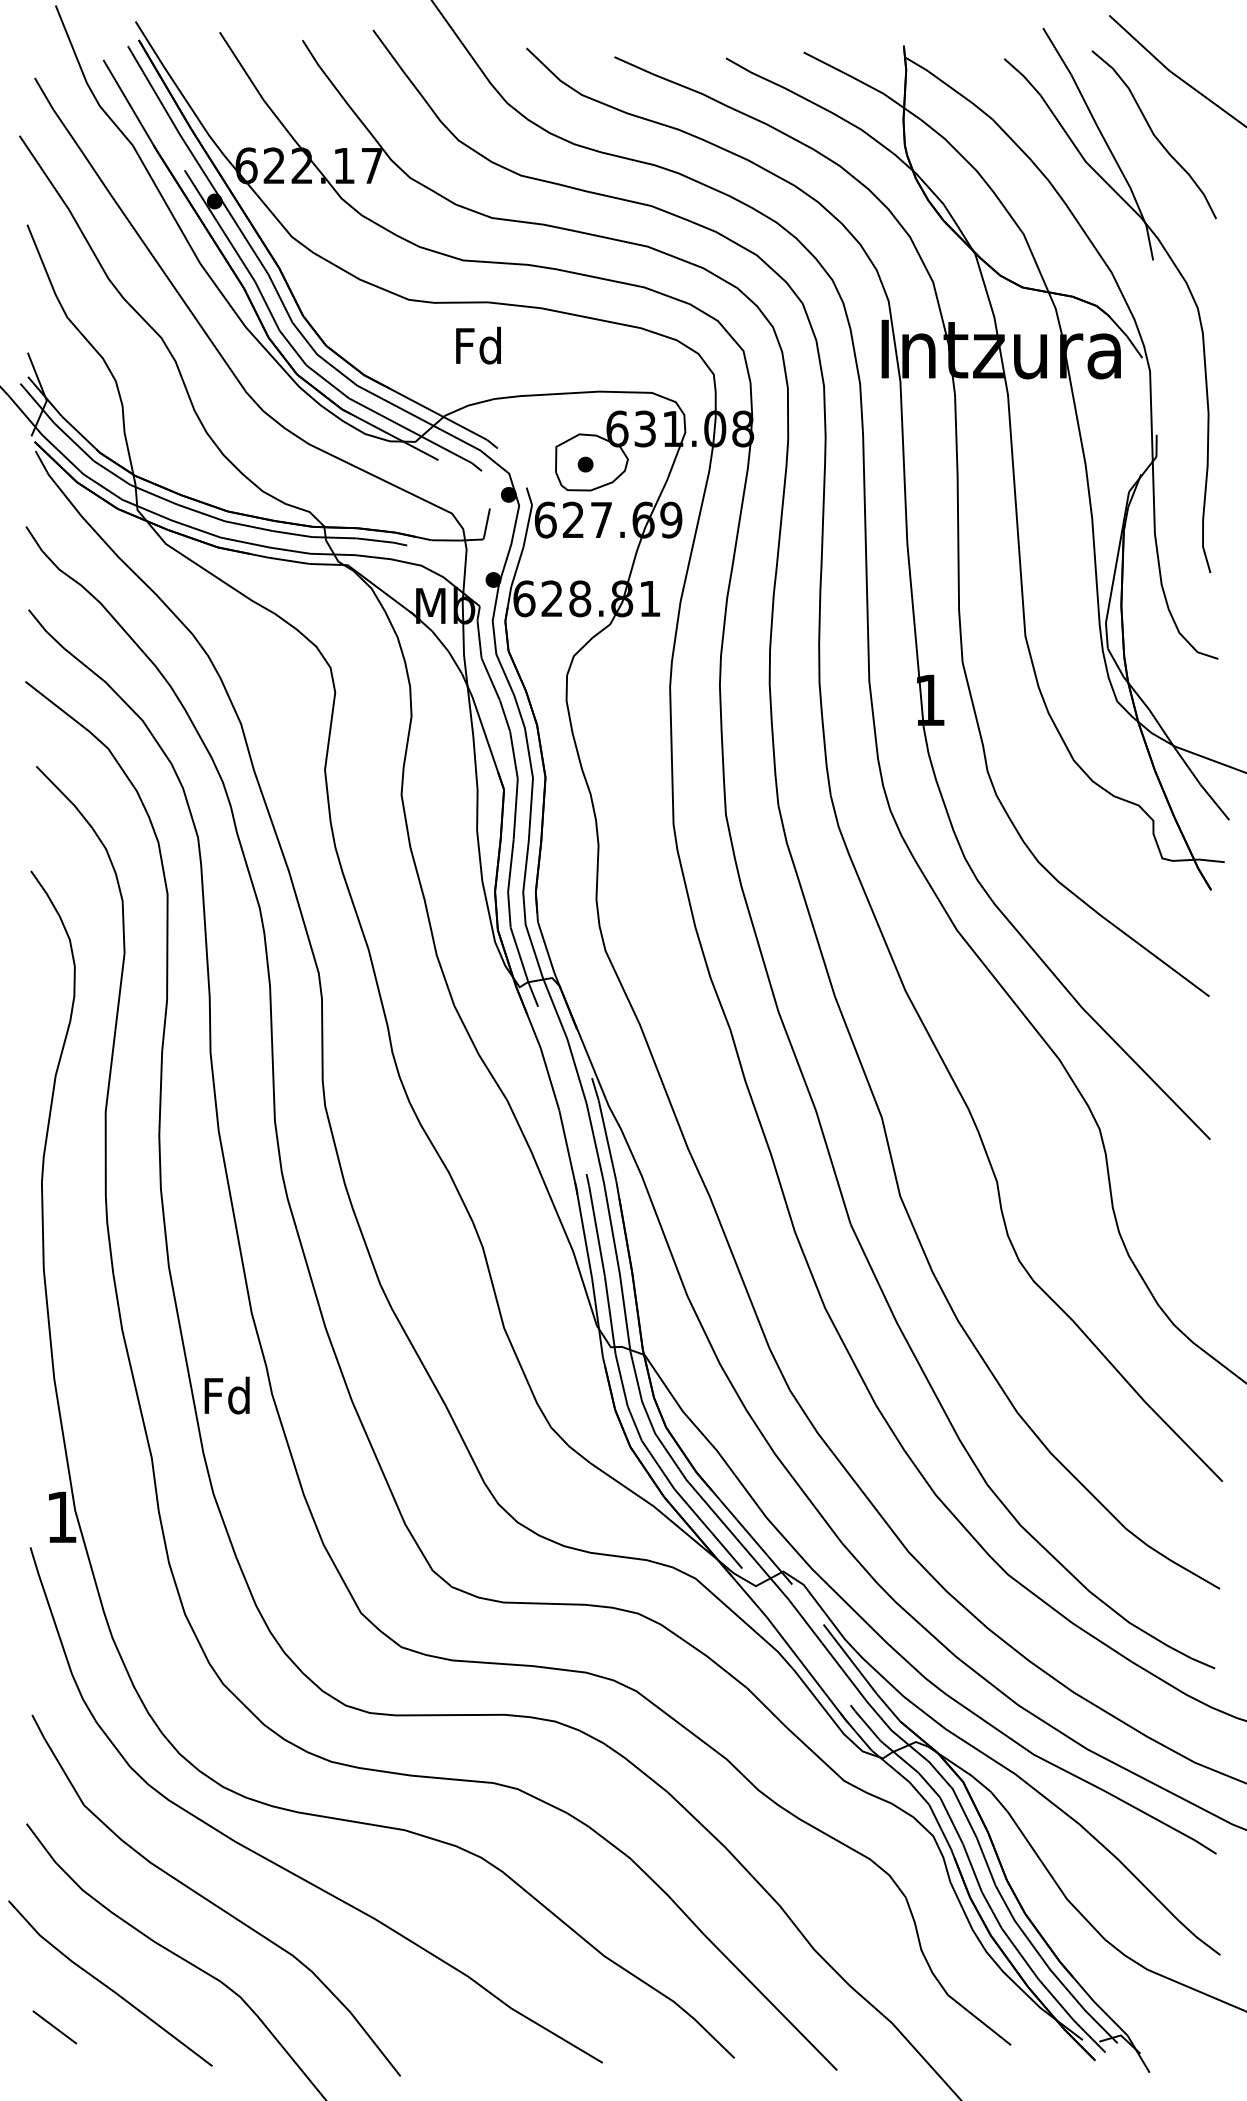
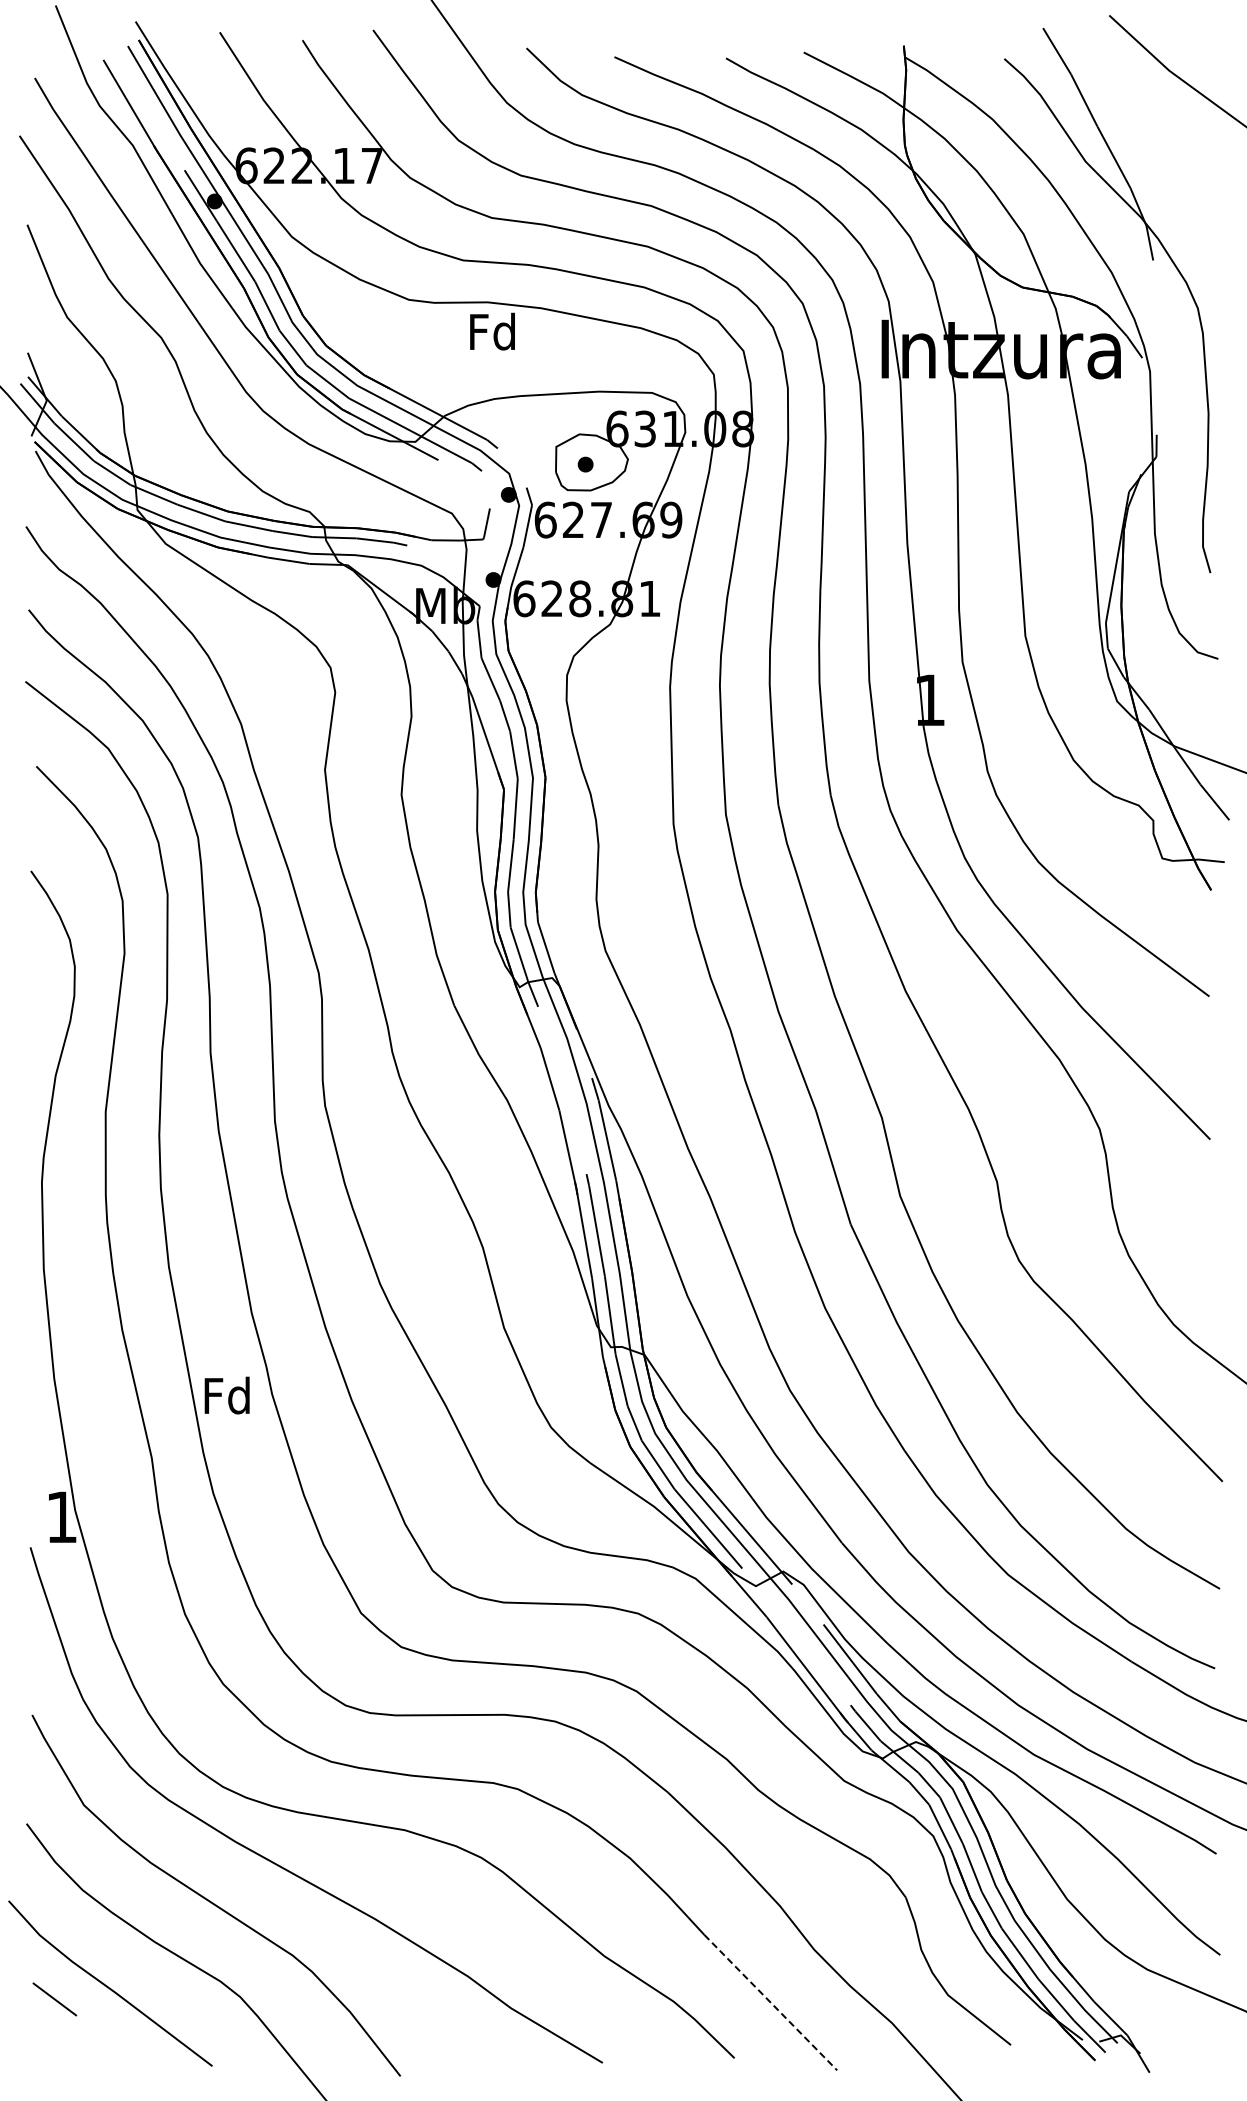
curve at (1153, 134): present -> none
text at (478, 345) position: (478, 345) -> (492, 331)
line at (770, 2002): solid -> dashed
line at (54, 2027) position: (54, 2027) -> (54, 1999)
